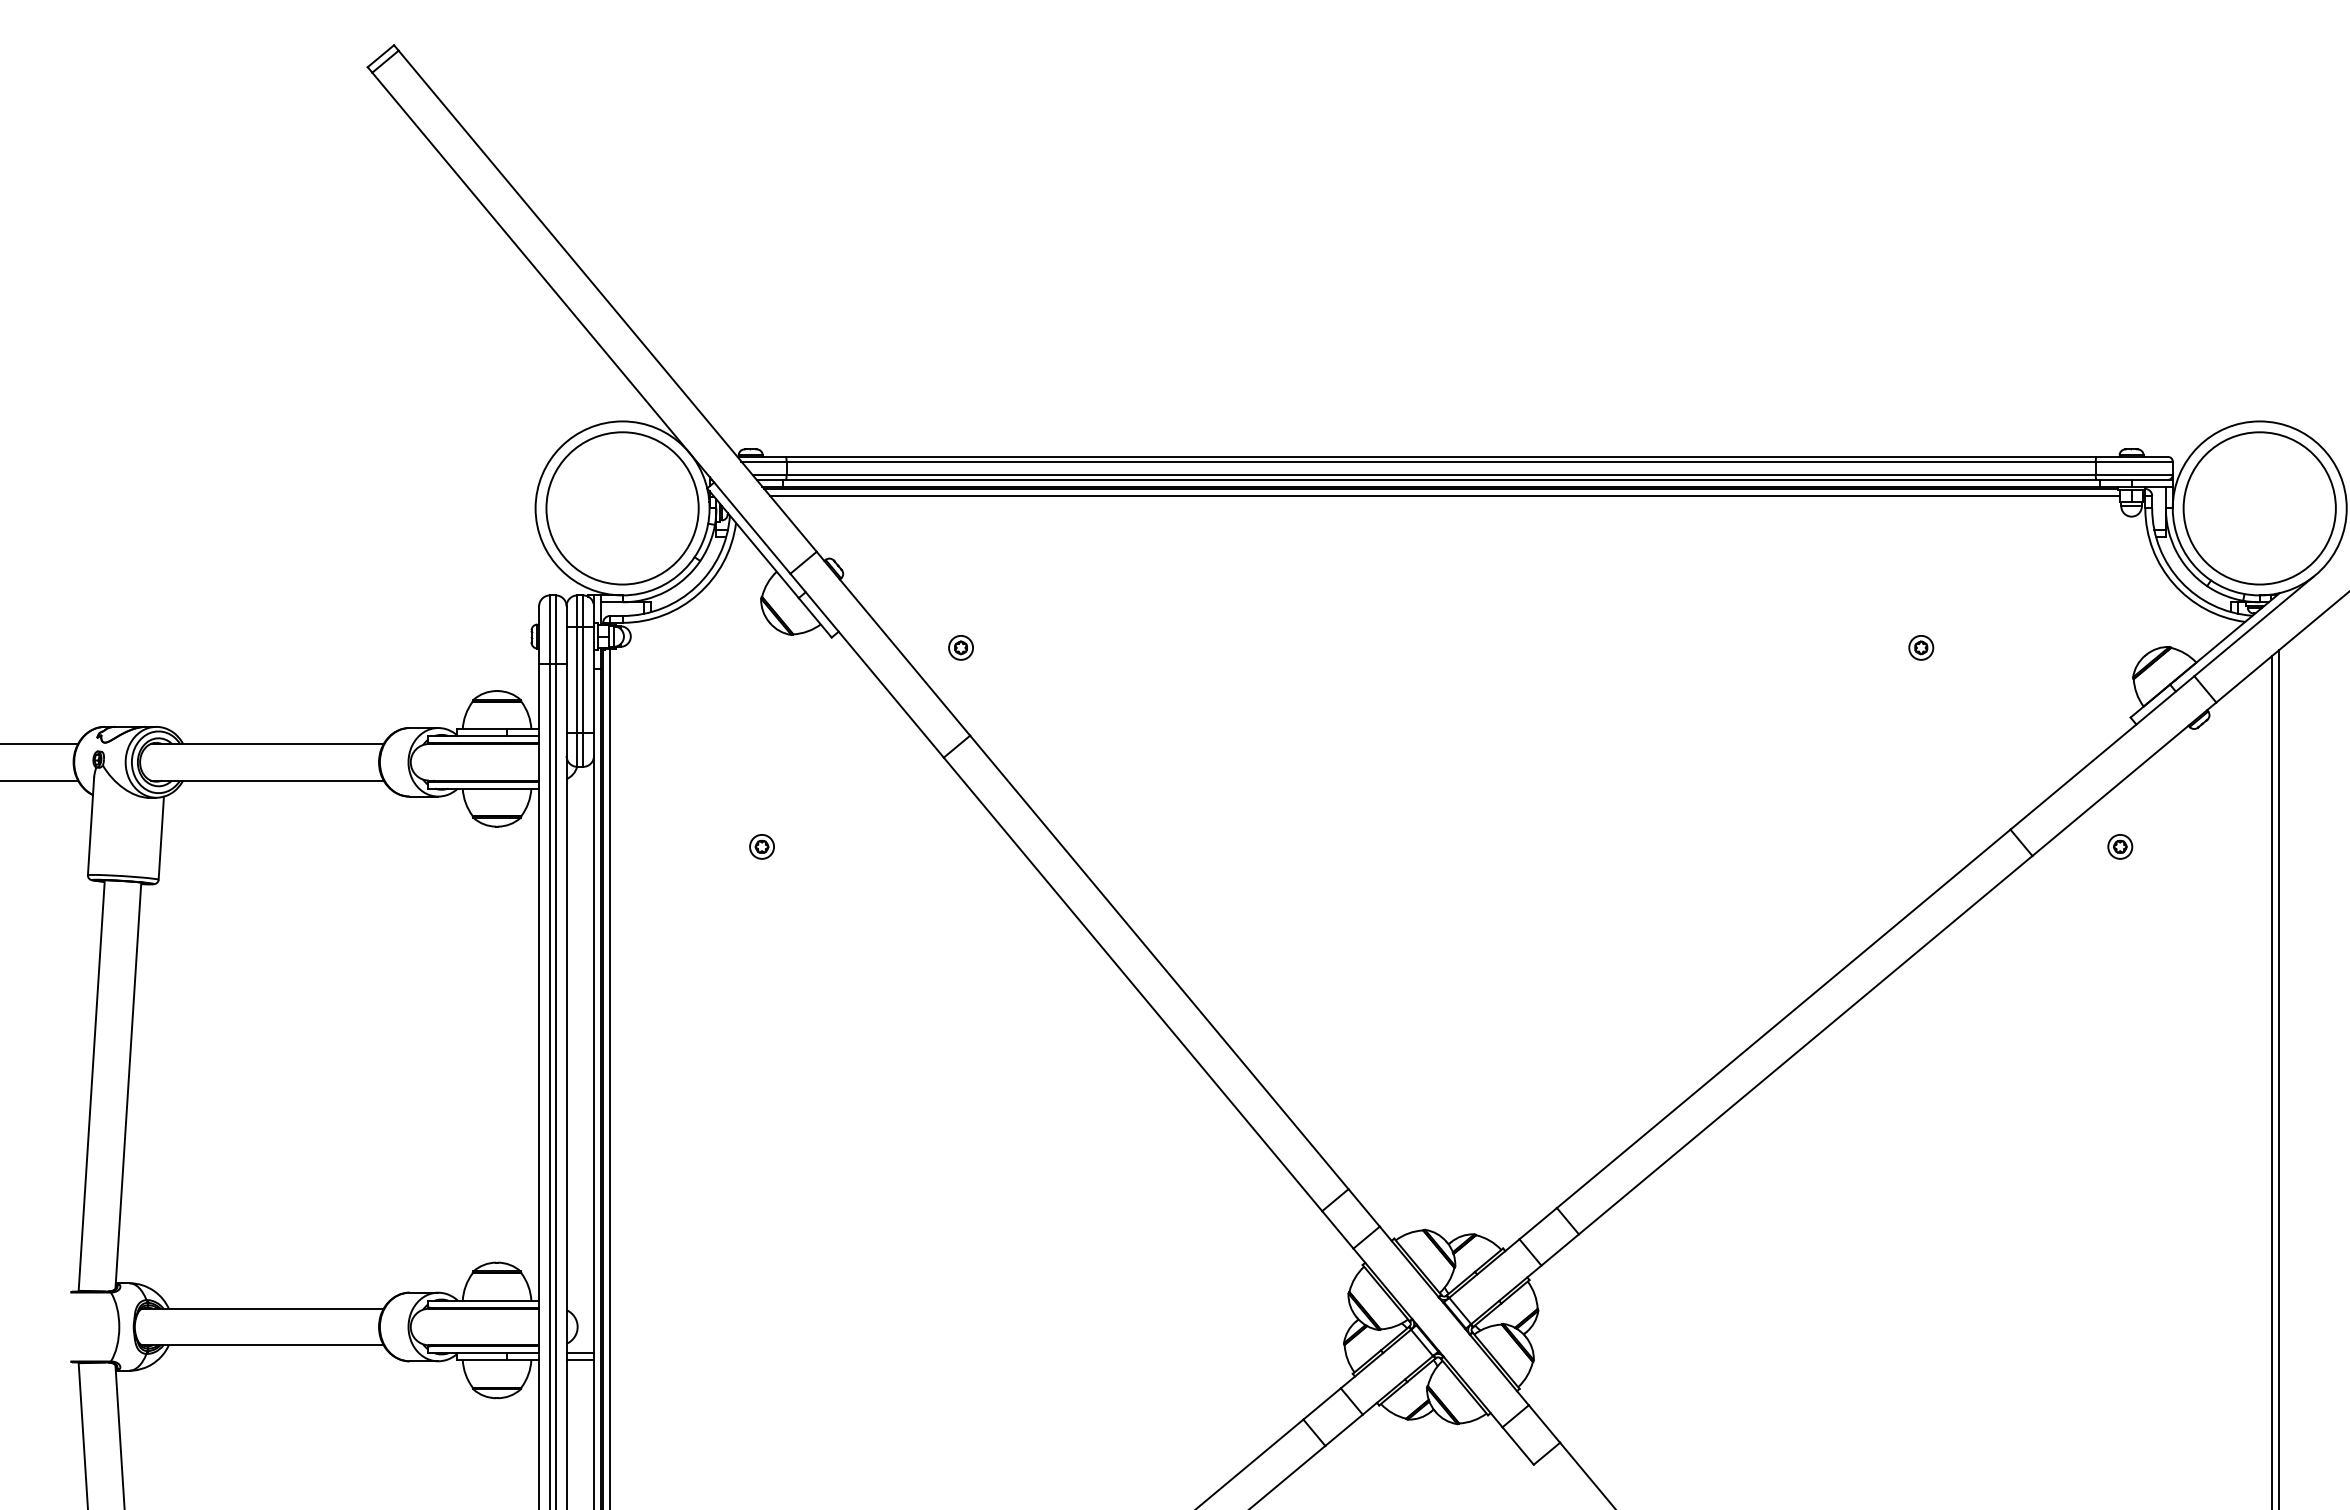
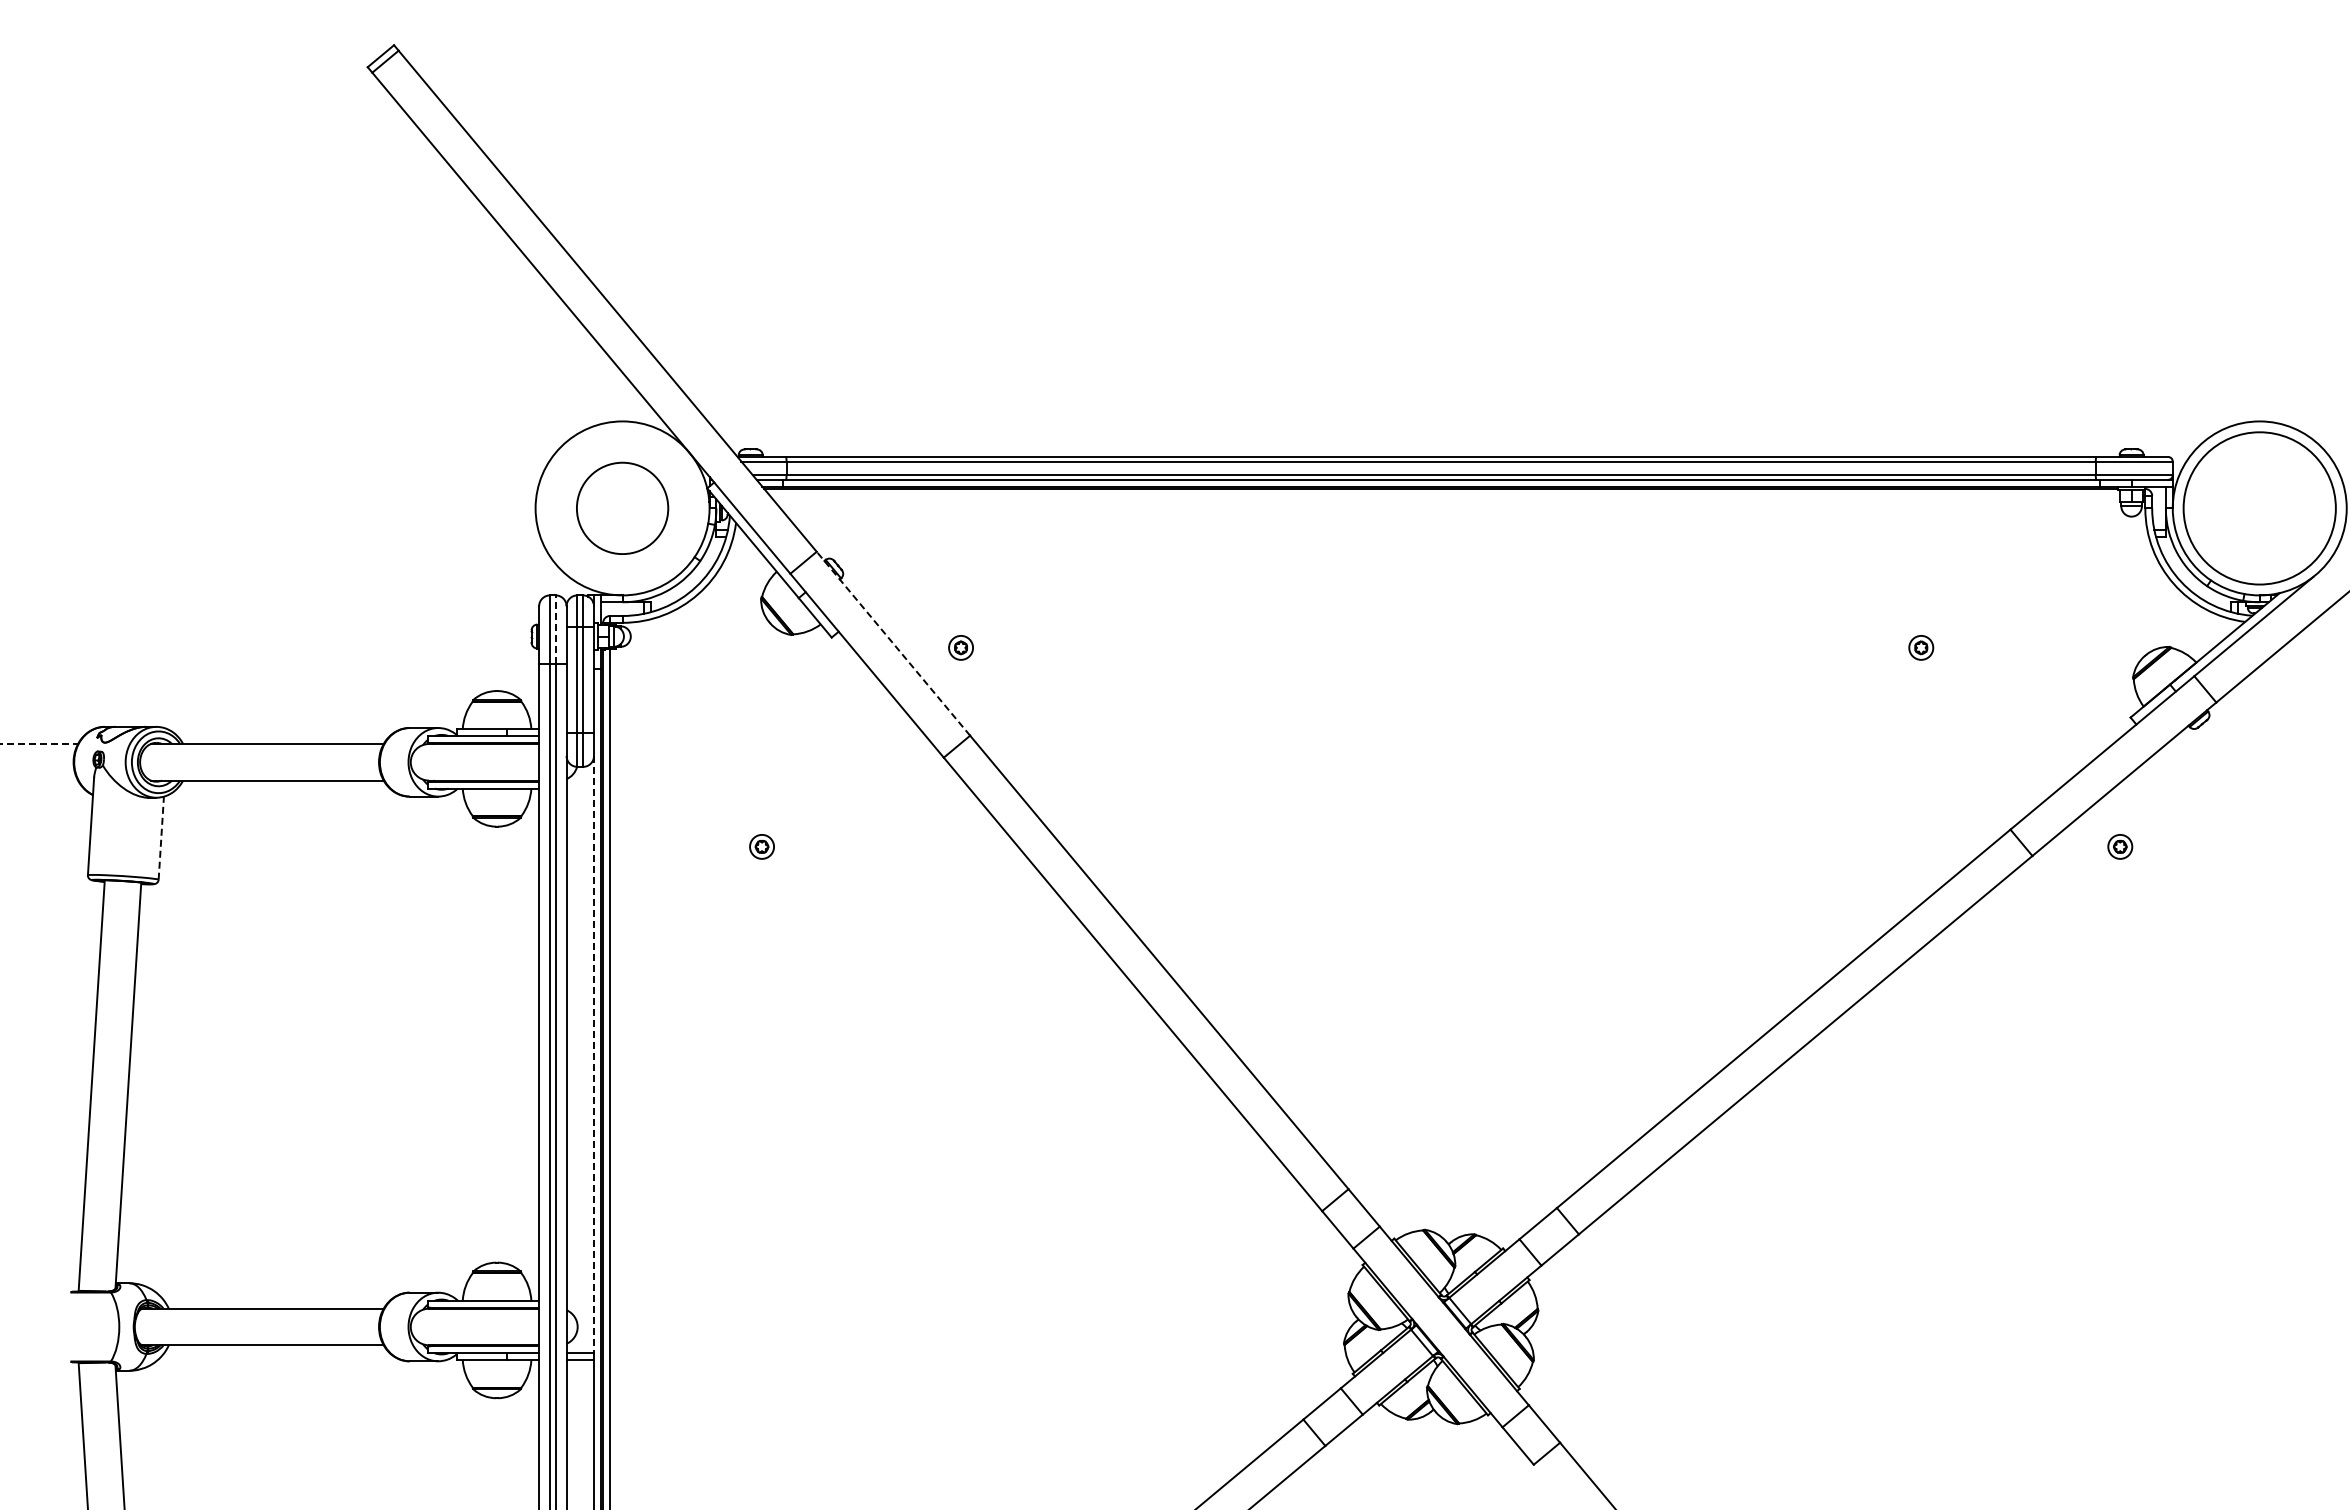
line at (1445, 495): present -> none
circle at (622, 508) diameter: 152 px -> 91 px
line at (555, 629): solid -> dashed
line at (893, 643): solid -> dashed
line at (39, 744): solid -> dashed
line at (40, 780): present -> none
line at (161, 838): solid -> dashed
line at (594, 1054): solid -> dashed
line at (2279, 1078): present -> none
line at (2272, 1080): present -> none
